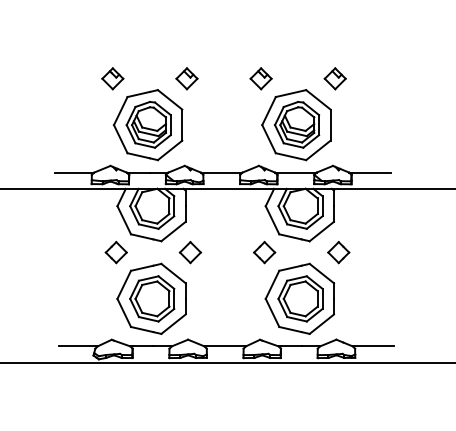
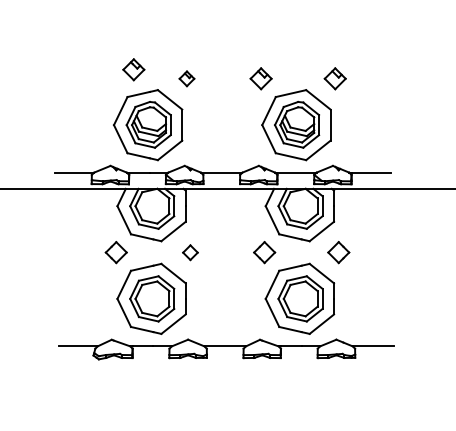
part at (112, 78) position: (112, 78) -> (133, 69)
part at (186, 78) size: 24x24 px -> 18x18 px
part at (190, 252) size: 25x24 px -> 17x18 px
line at (227, 362): present -> none
